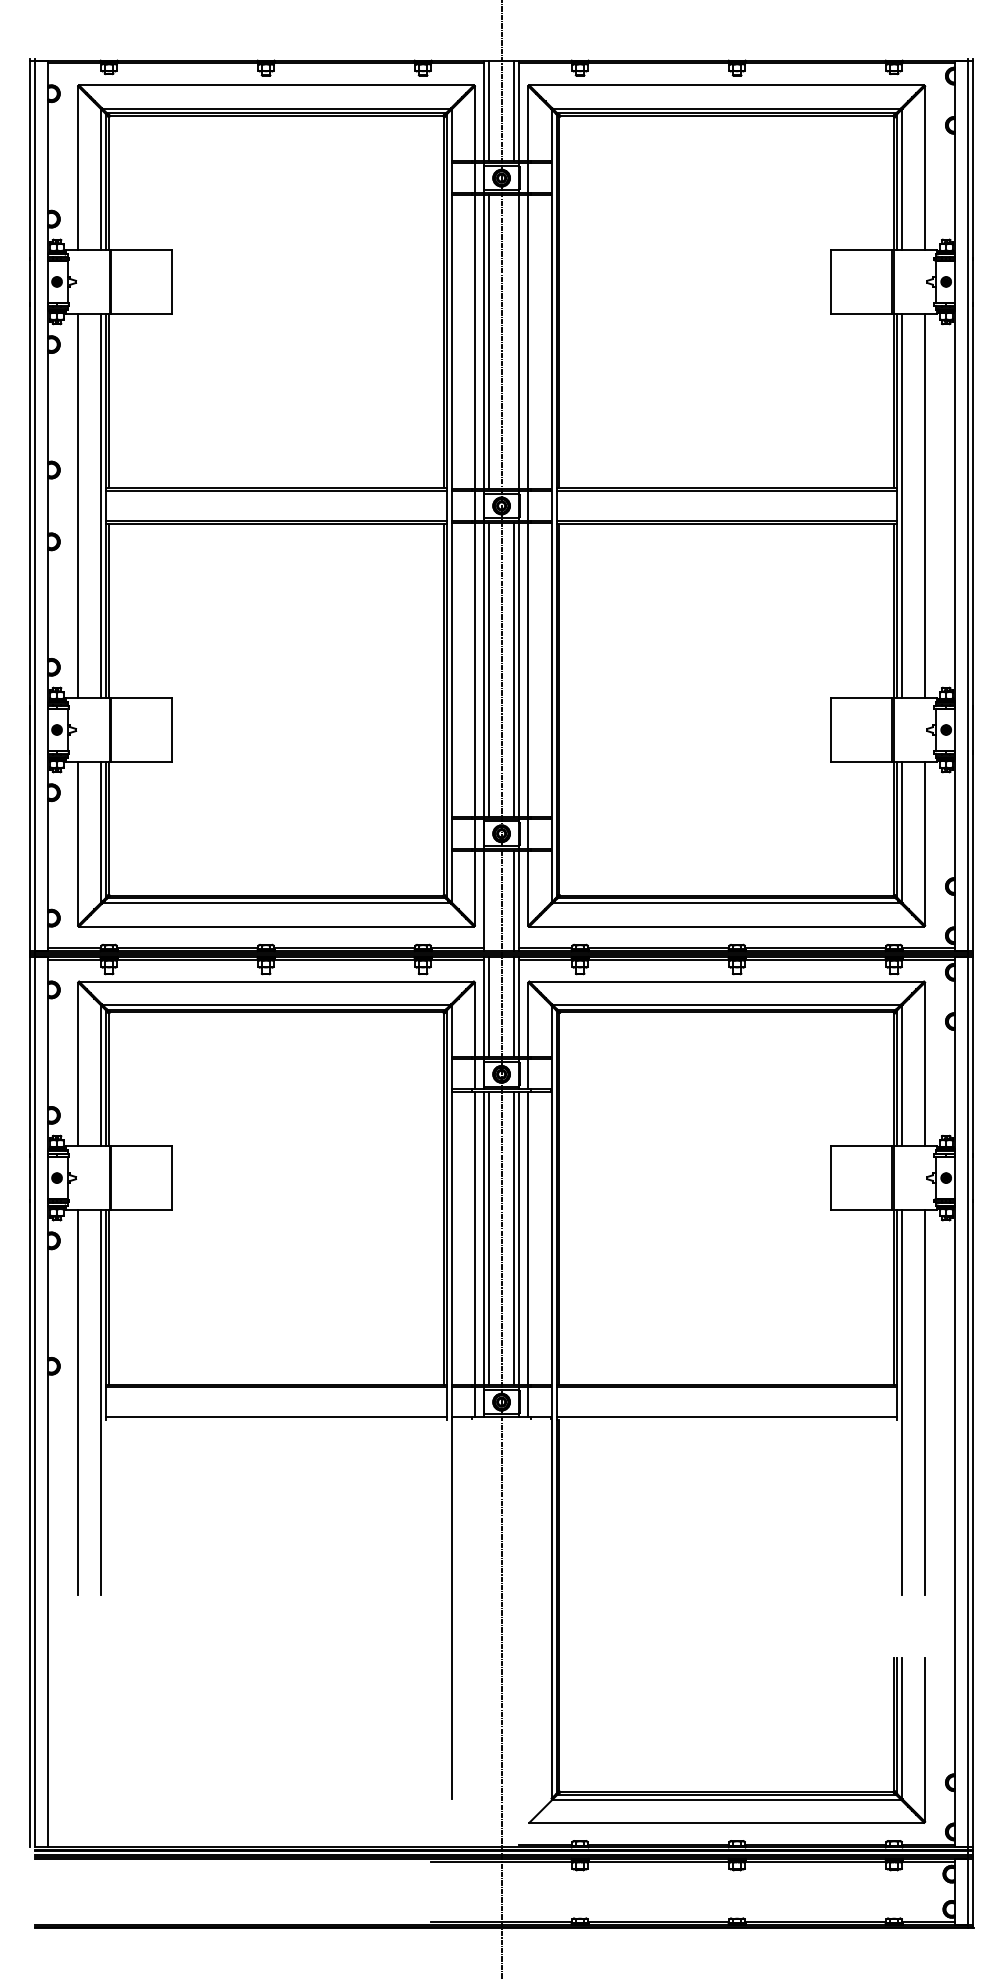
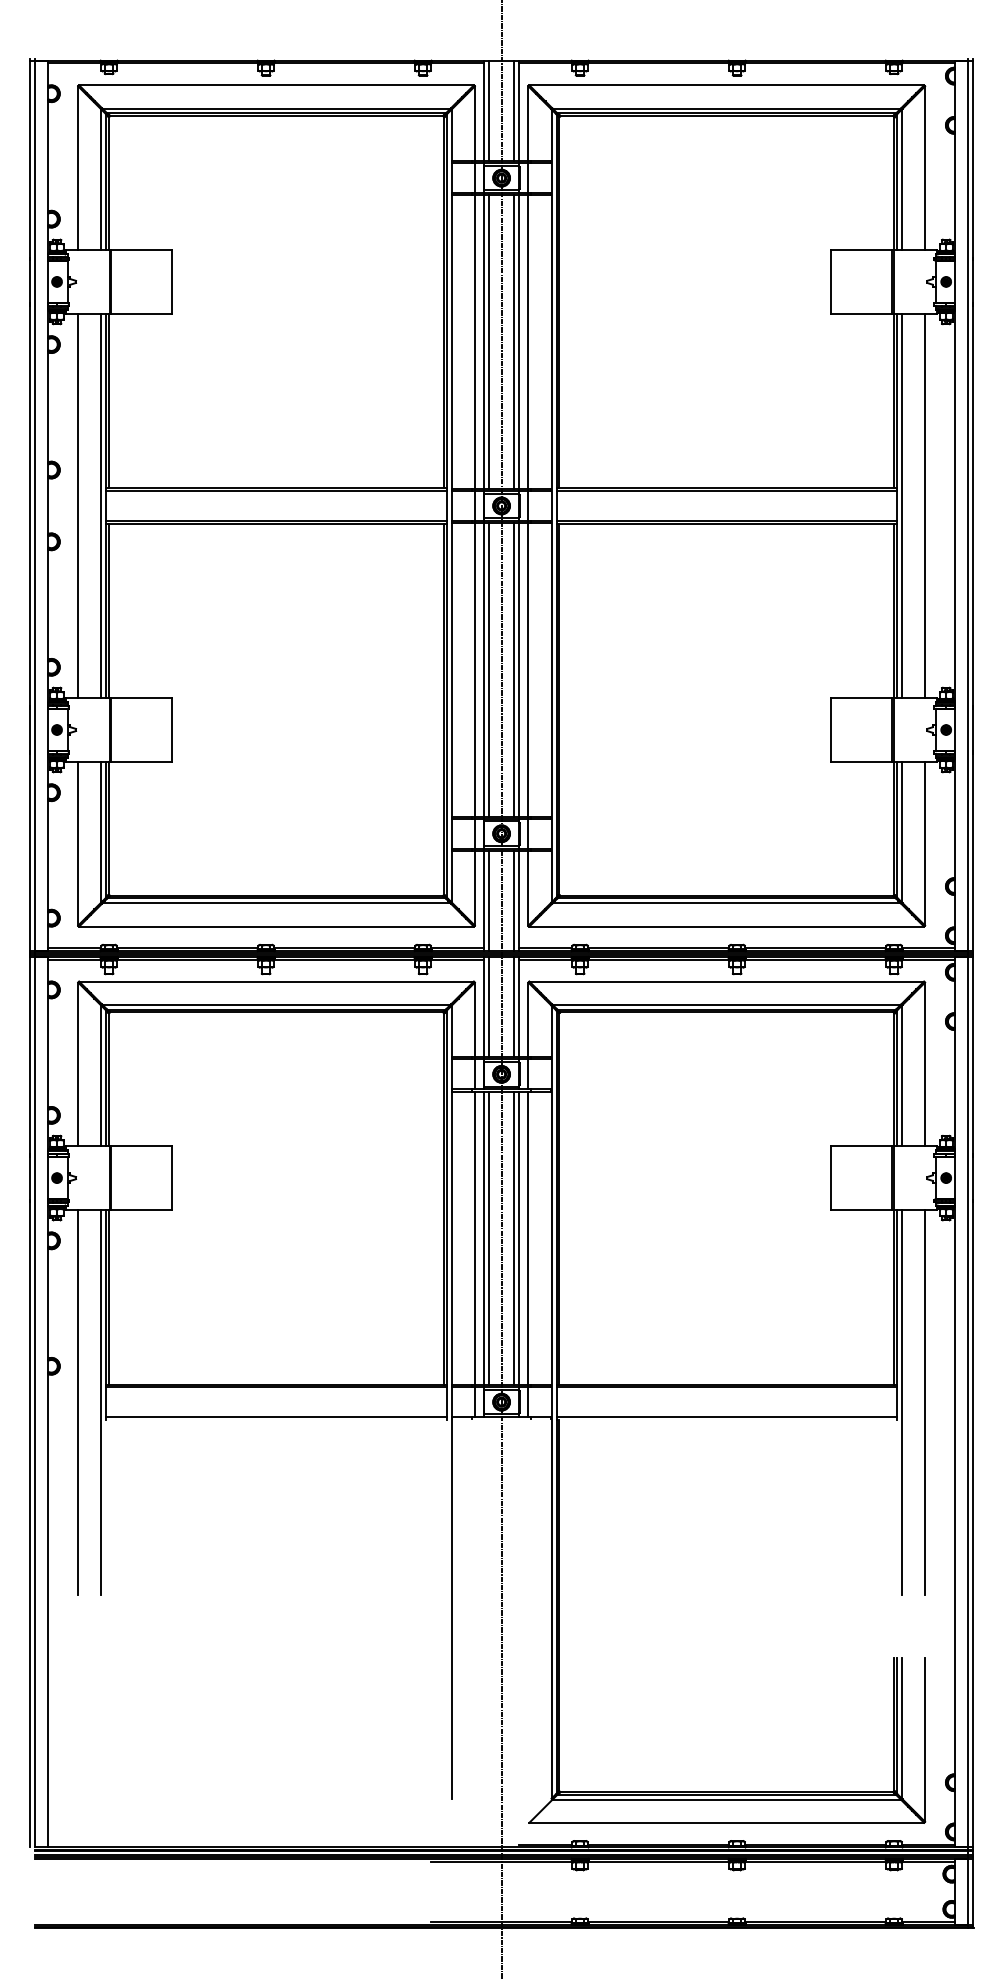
line at (514, 341): none -> present
line at (488, 901): none -> present
